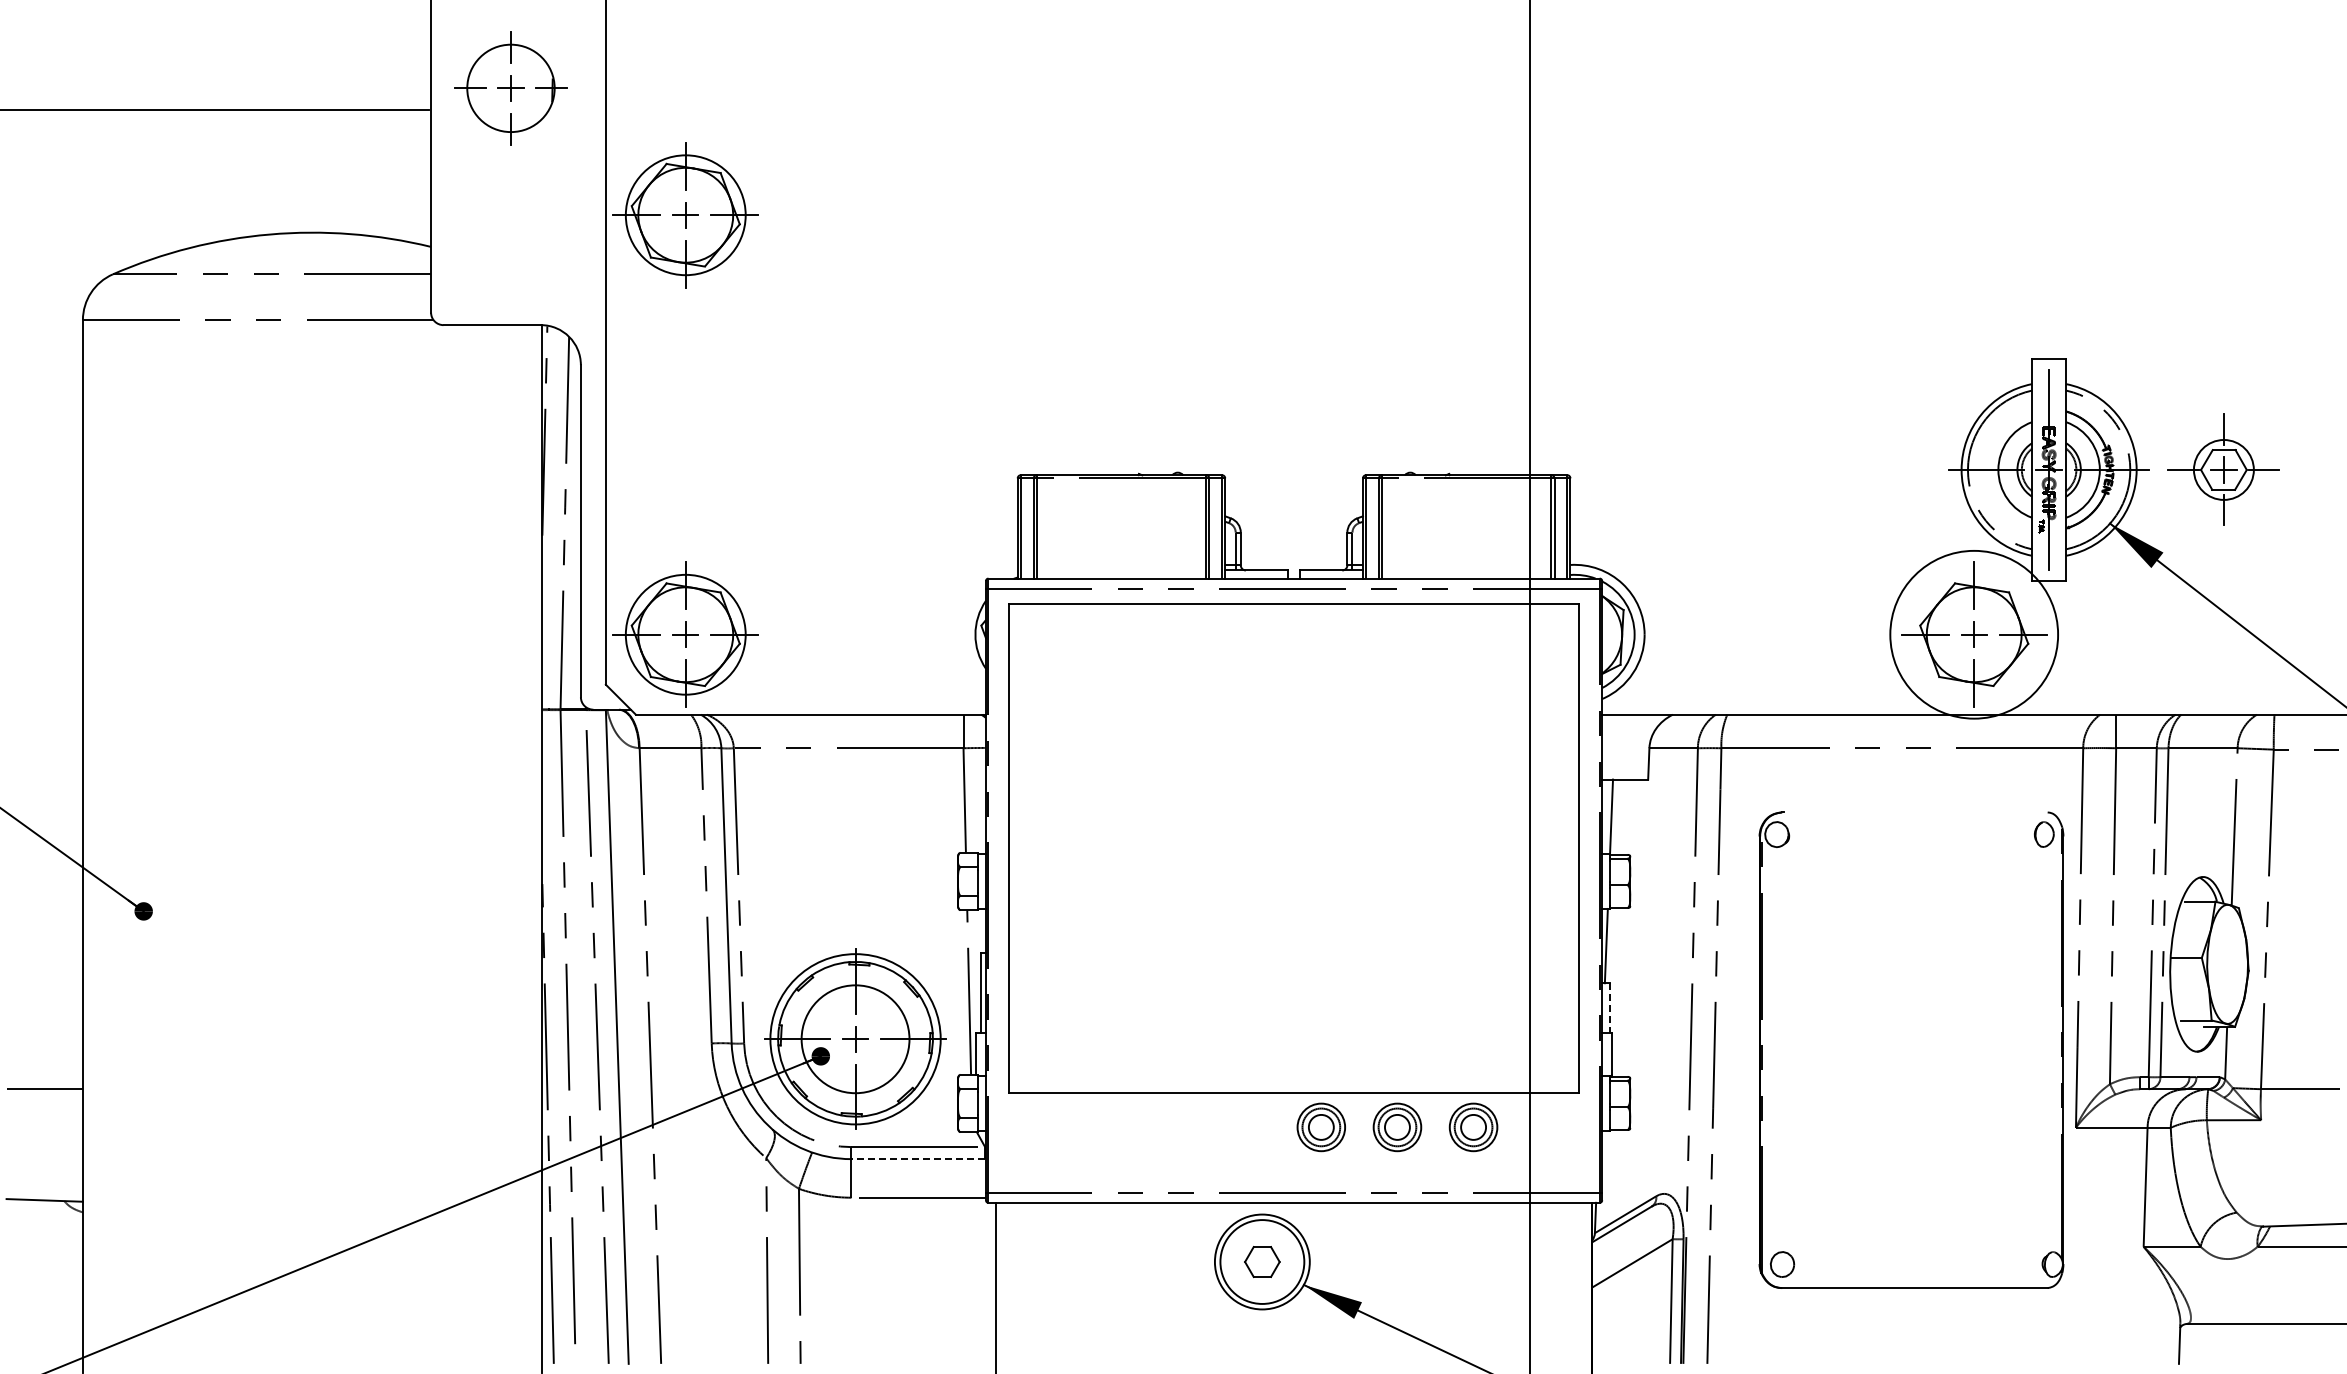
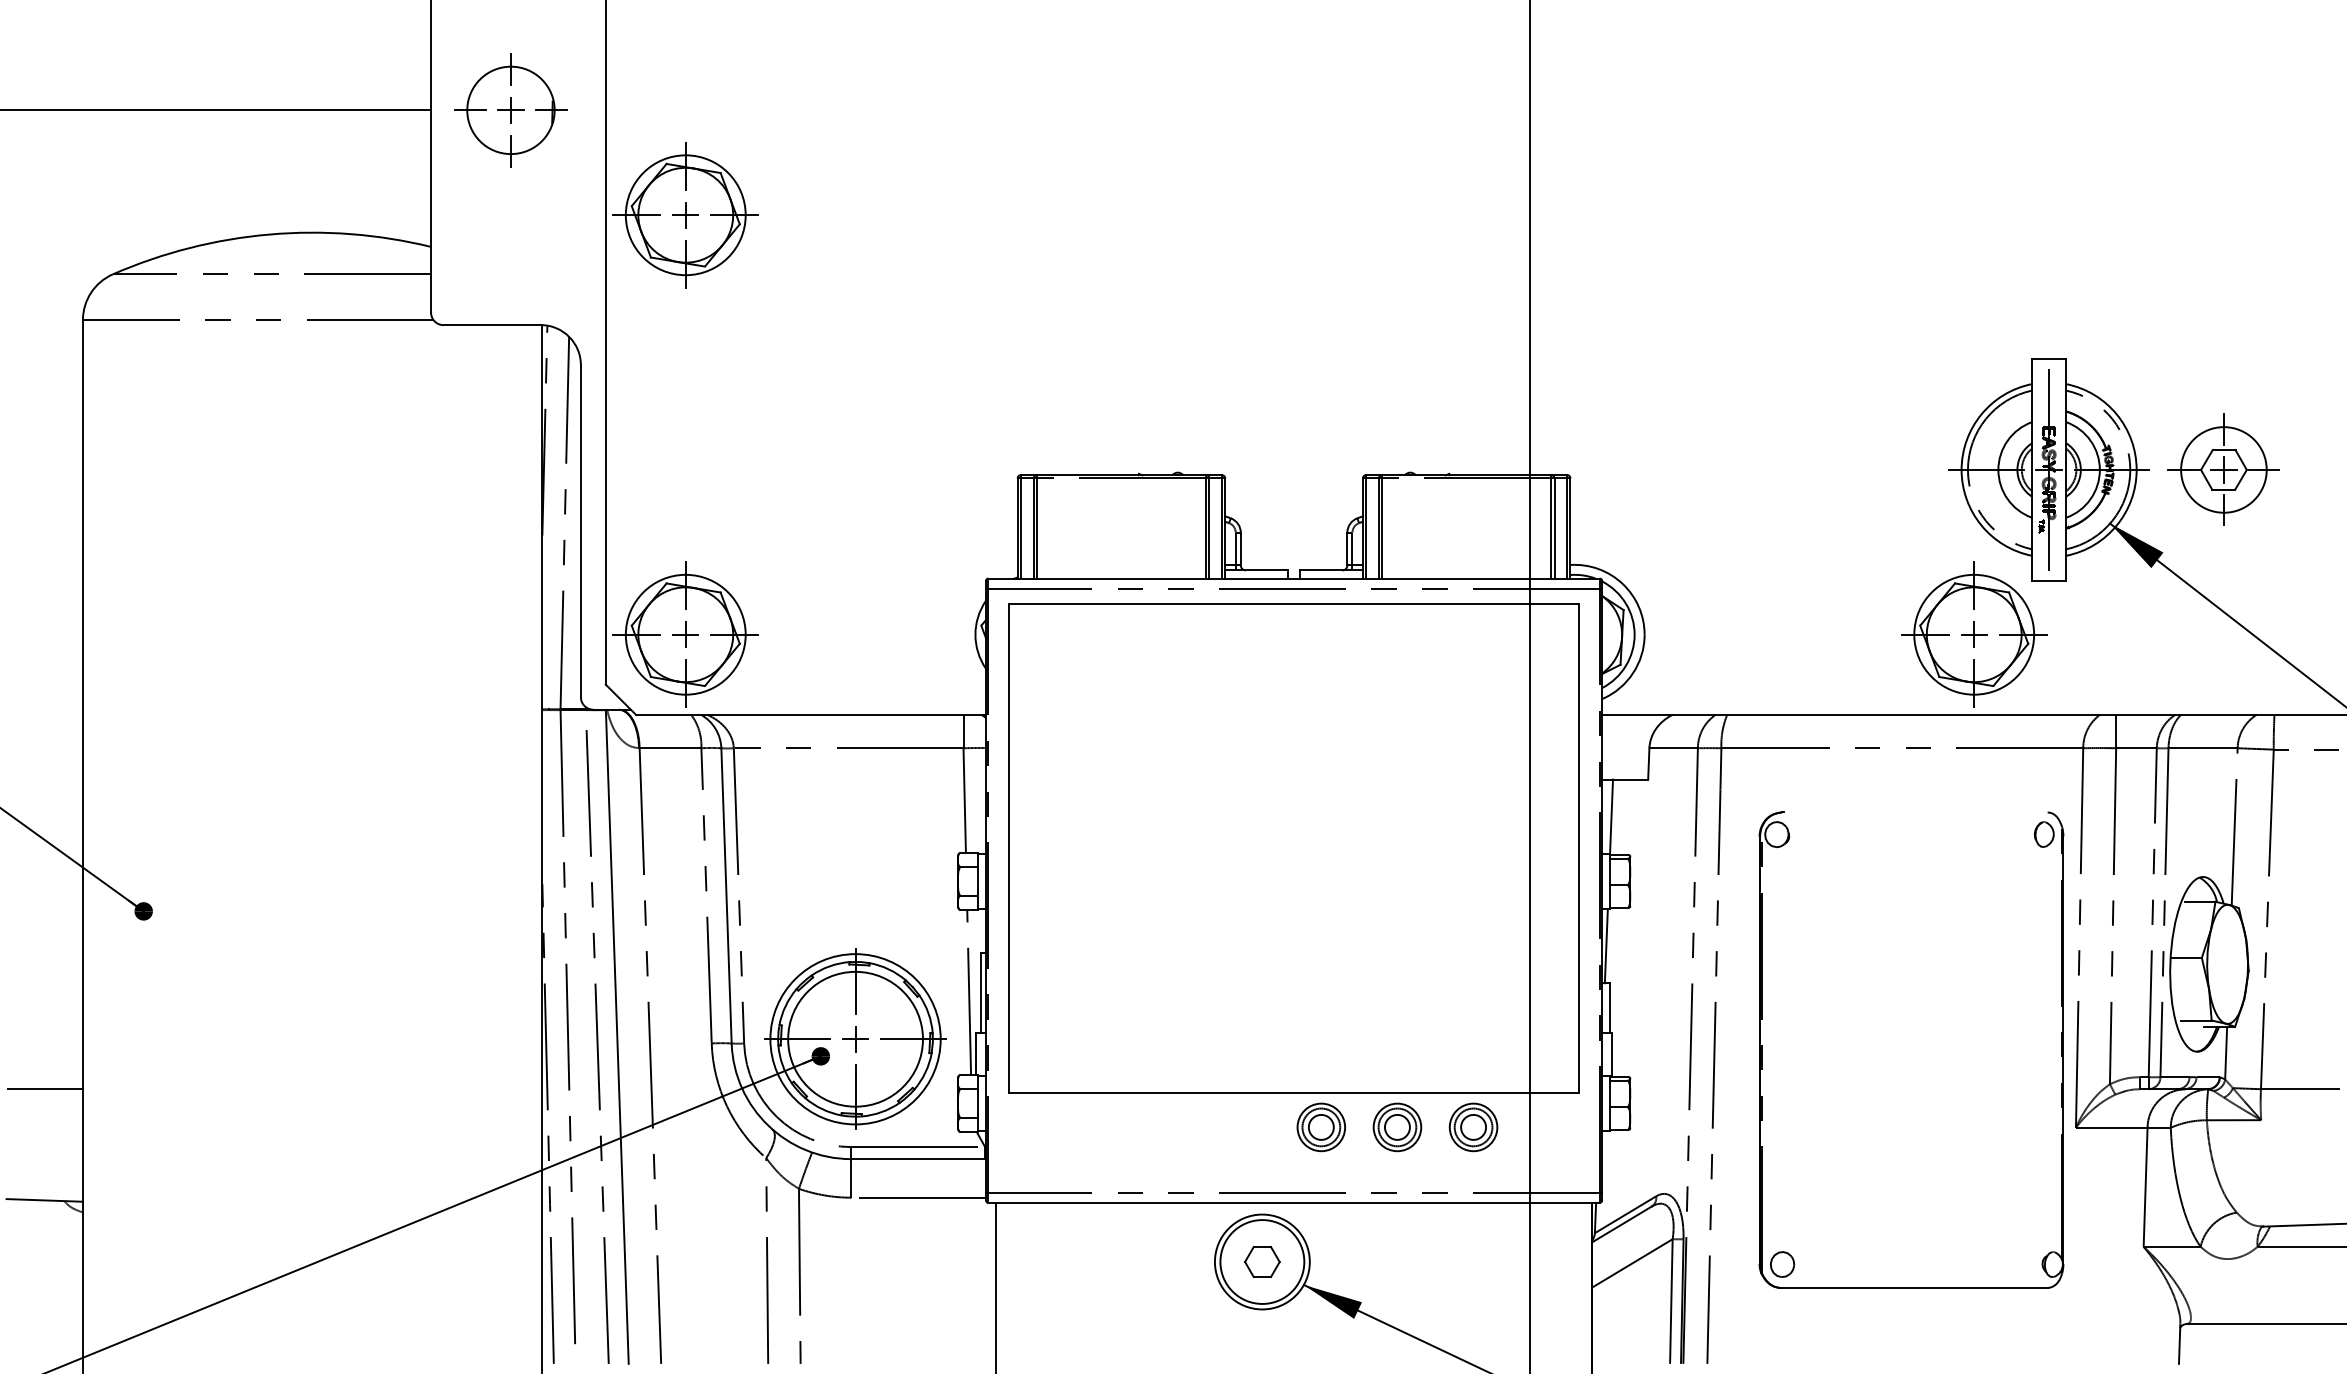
part at (510, 88) position: (510, 88) -> (510, 110)
circle at (2223, 469) diameter: 60 px -> 86 px
circle at (1974, 634) diameter: 168 px -> 120 px
line at (1609, 1008): dashed -> solid
circle at (855, 1039) diameter: 108 px -> 135 px
line at (918, 1159): dashed -> solid
